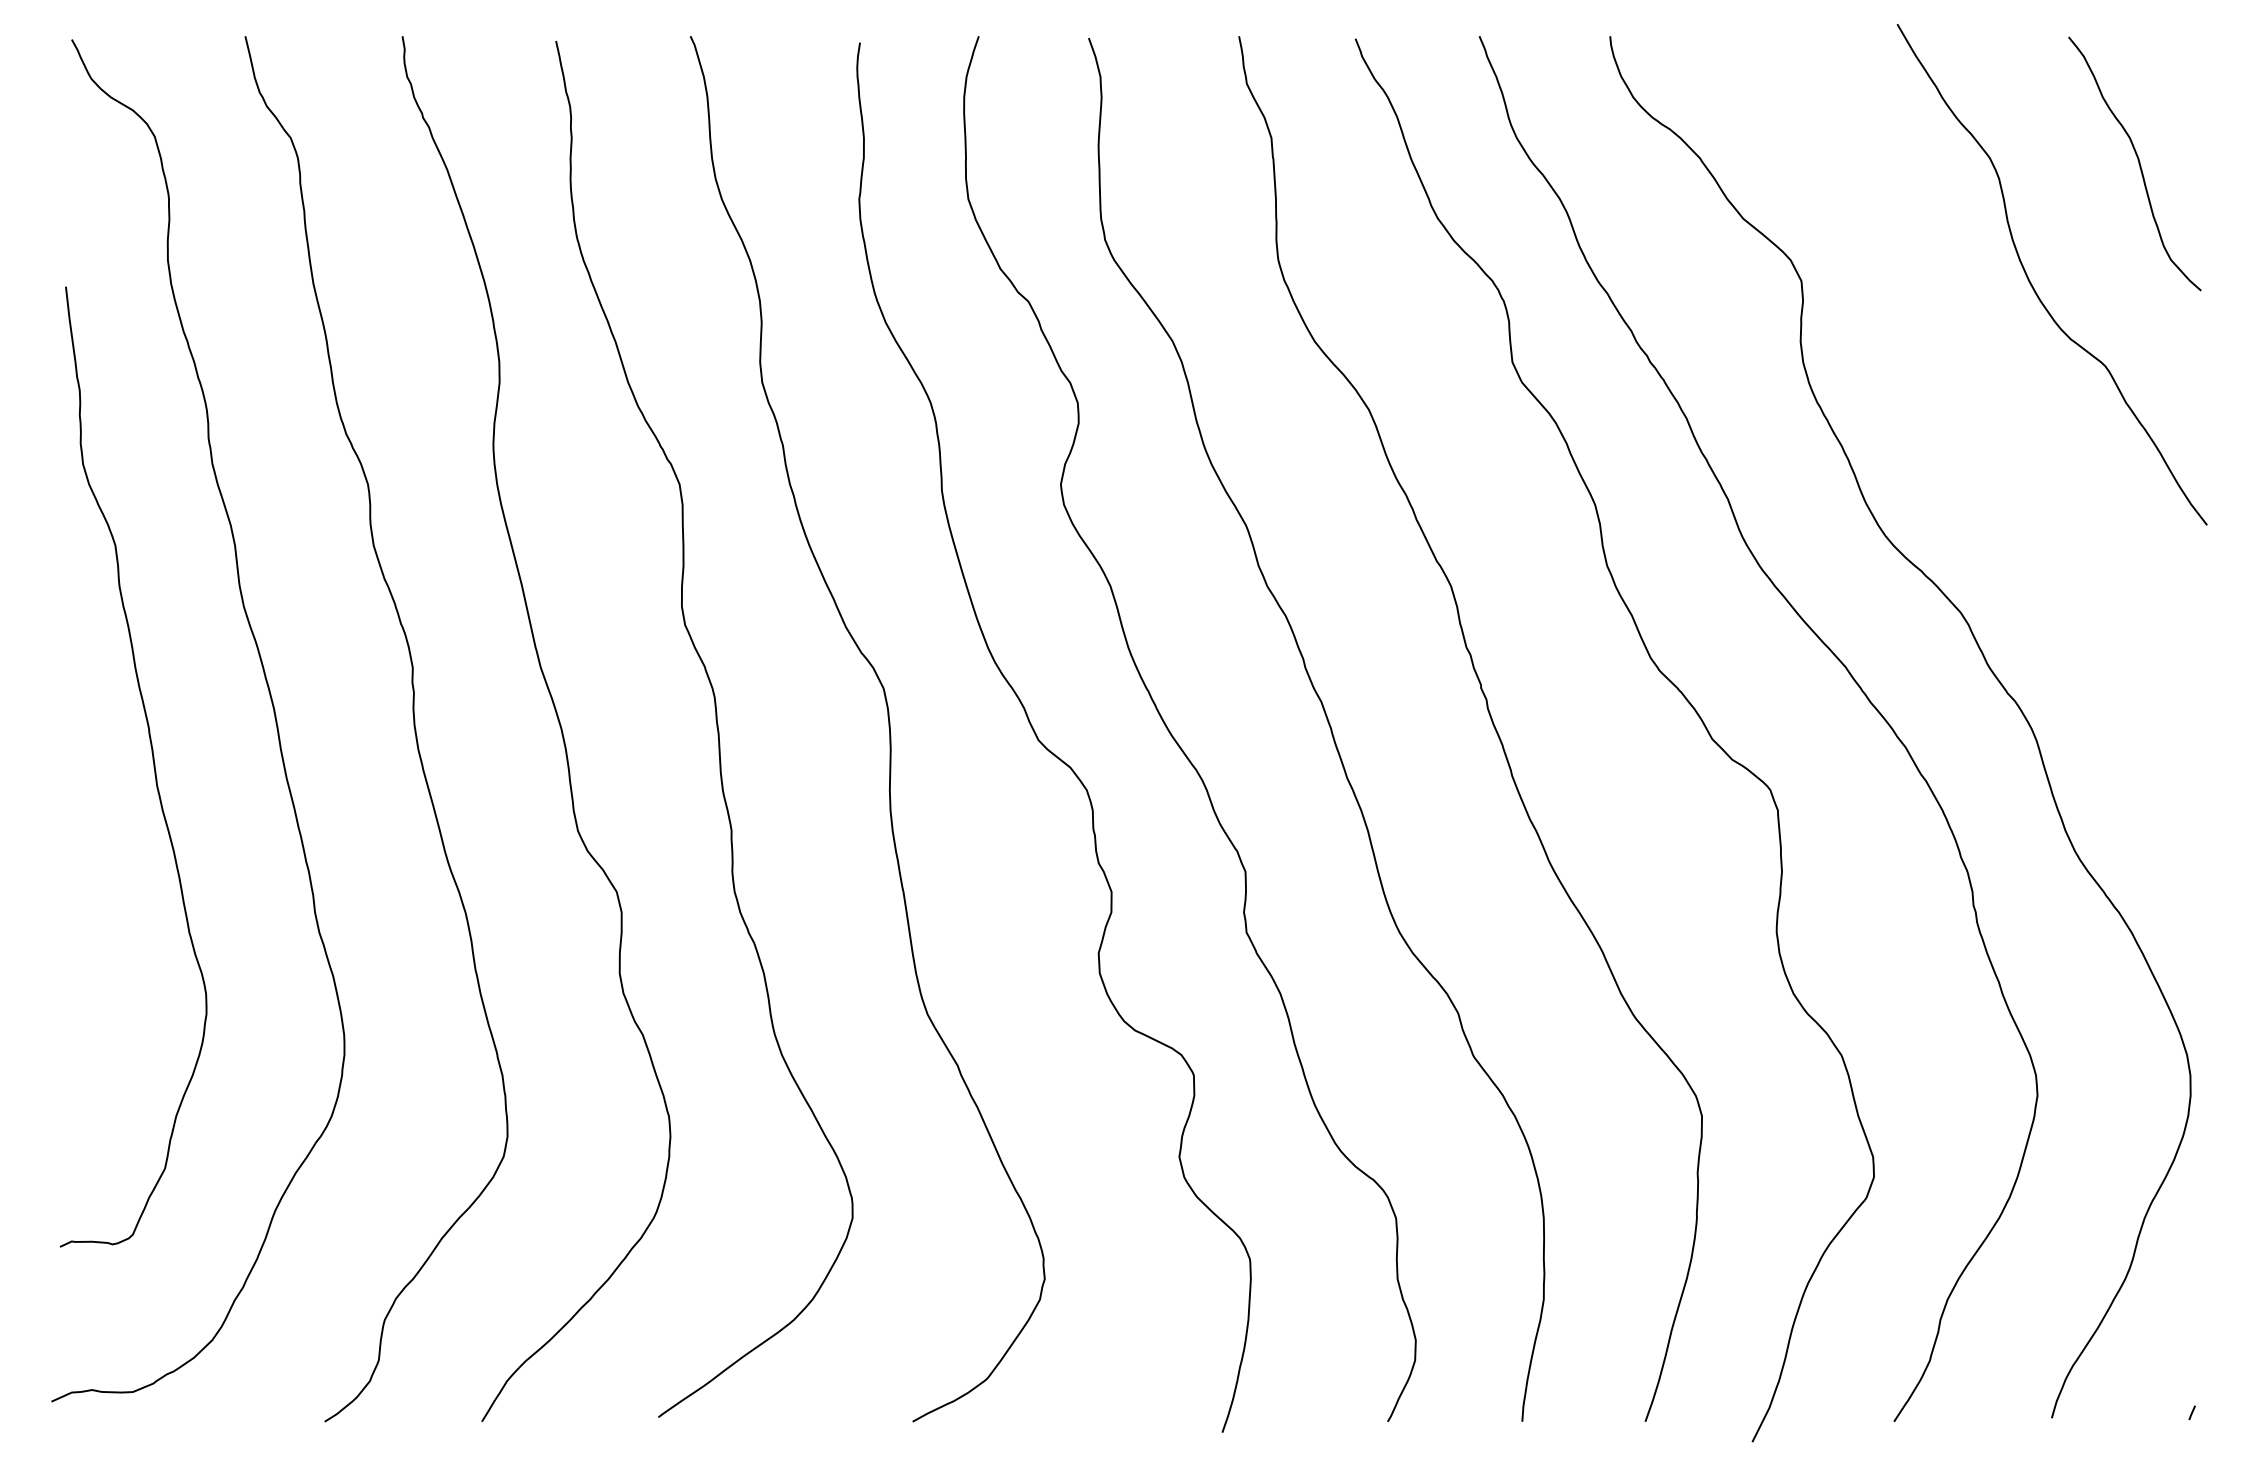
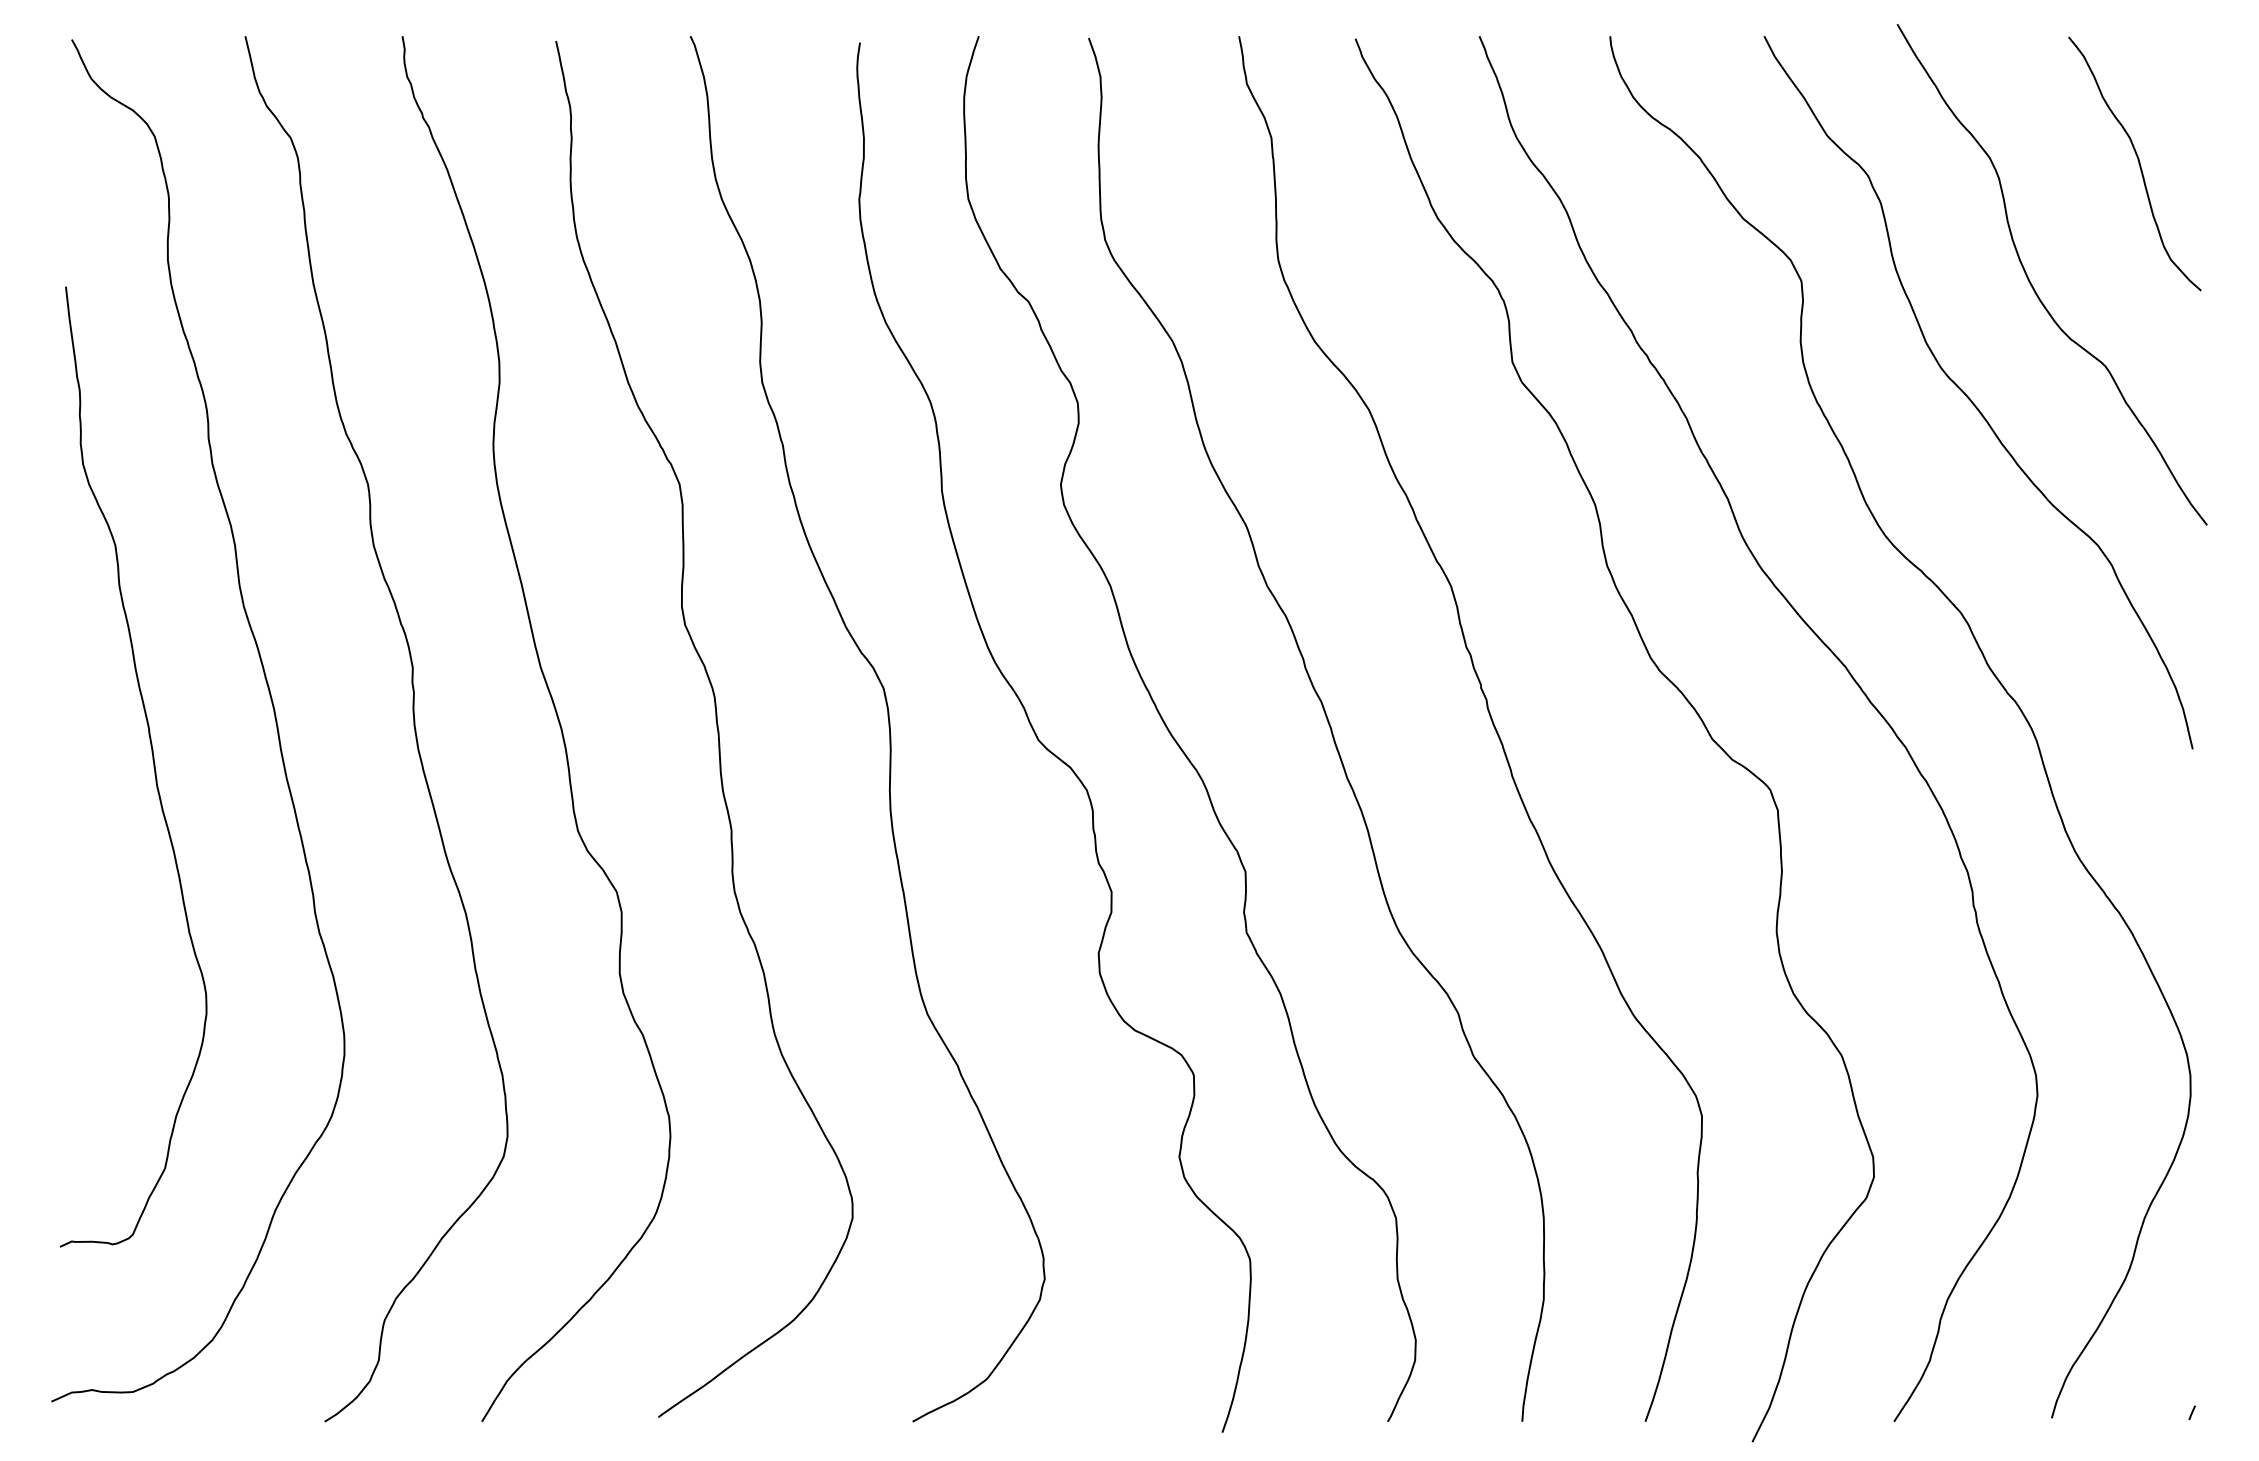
curve at (1971, 399): none -> present
